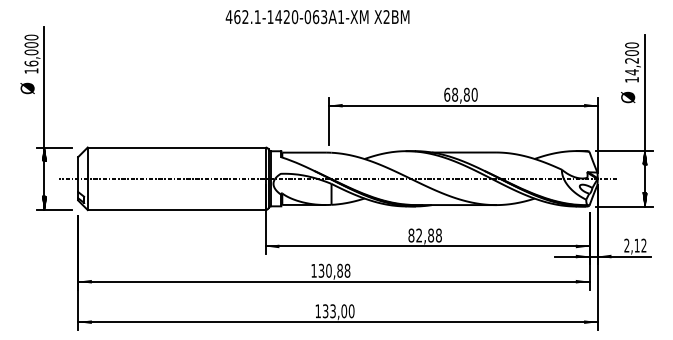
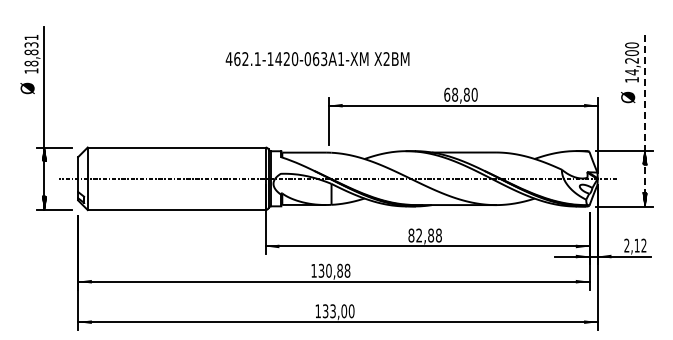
text at (317, 17) position: (317, 17) -> (317, 59)
text at (31, 50): 16,000 -> 18,831
line at (644, 120): solid -> dashed
